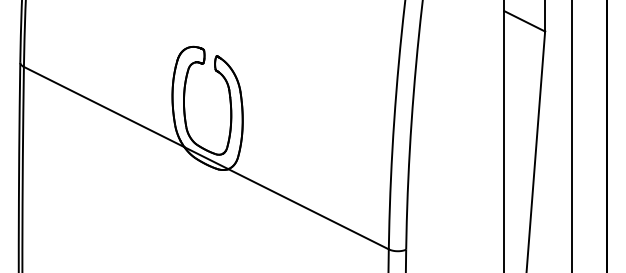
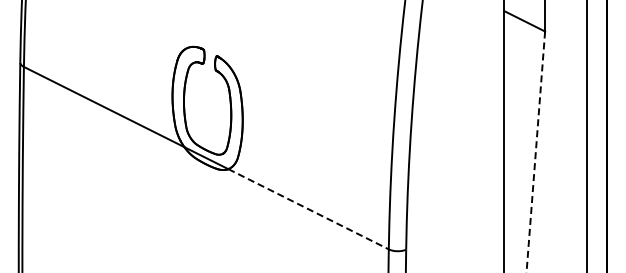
line at (572, 135) position: (572, 135) -> (587, 135)
line at (535, 151): solid -> dashed
line at (308, 209): solid -> dashed
